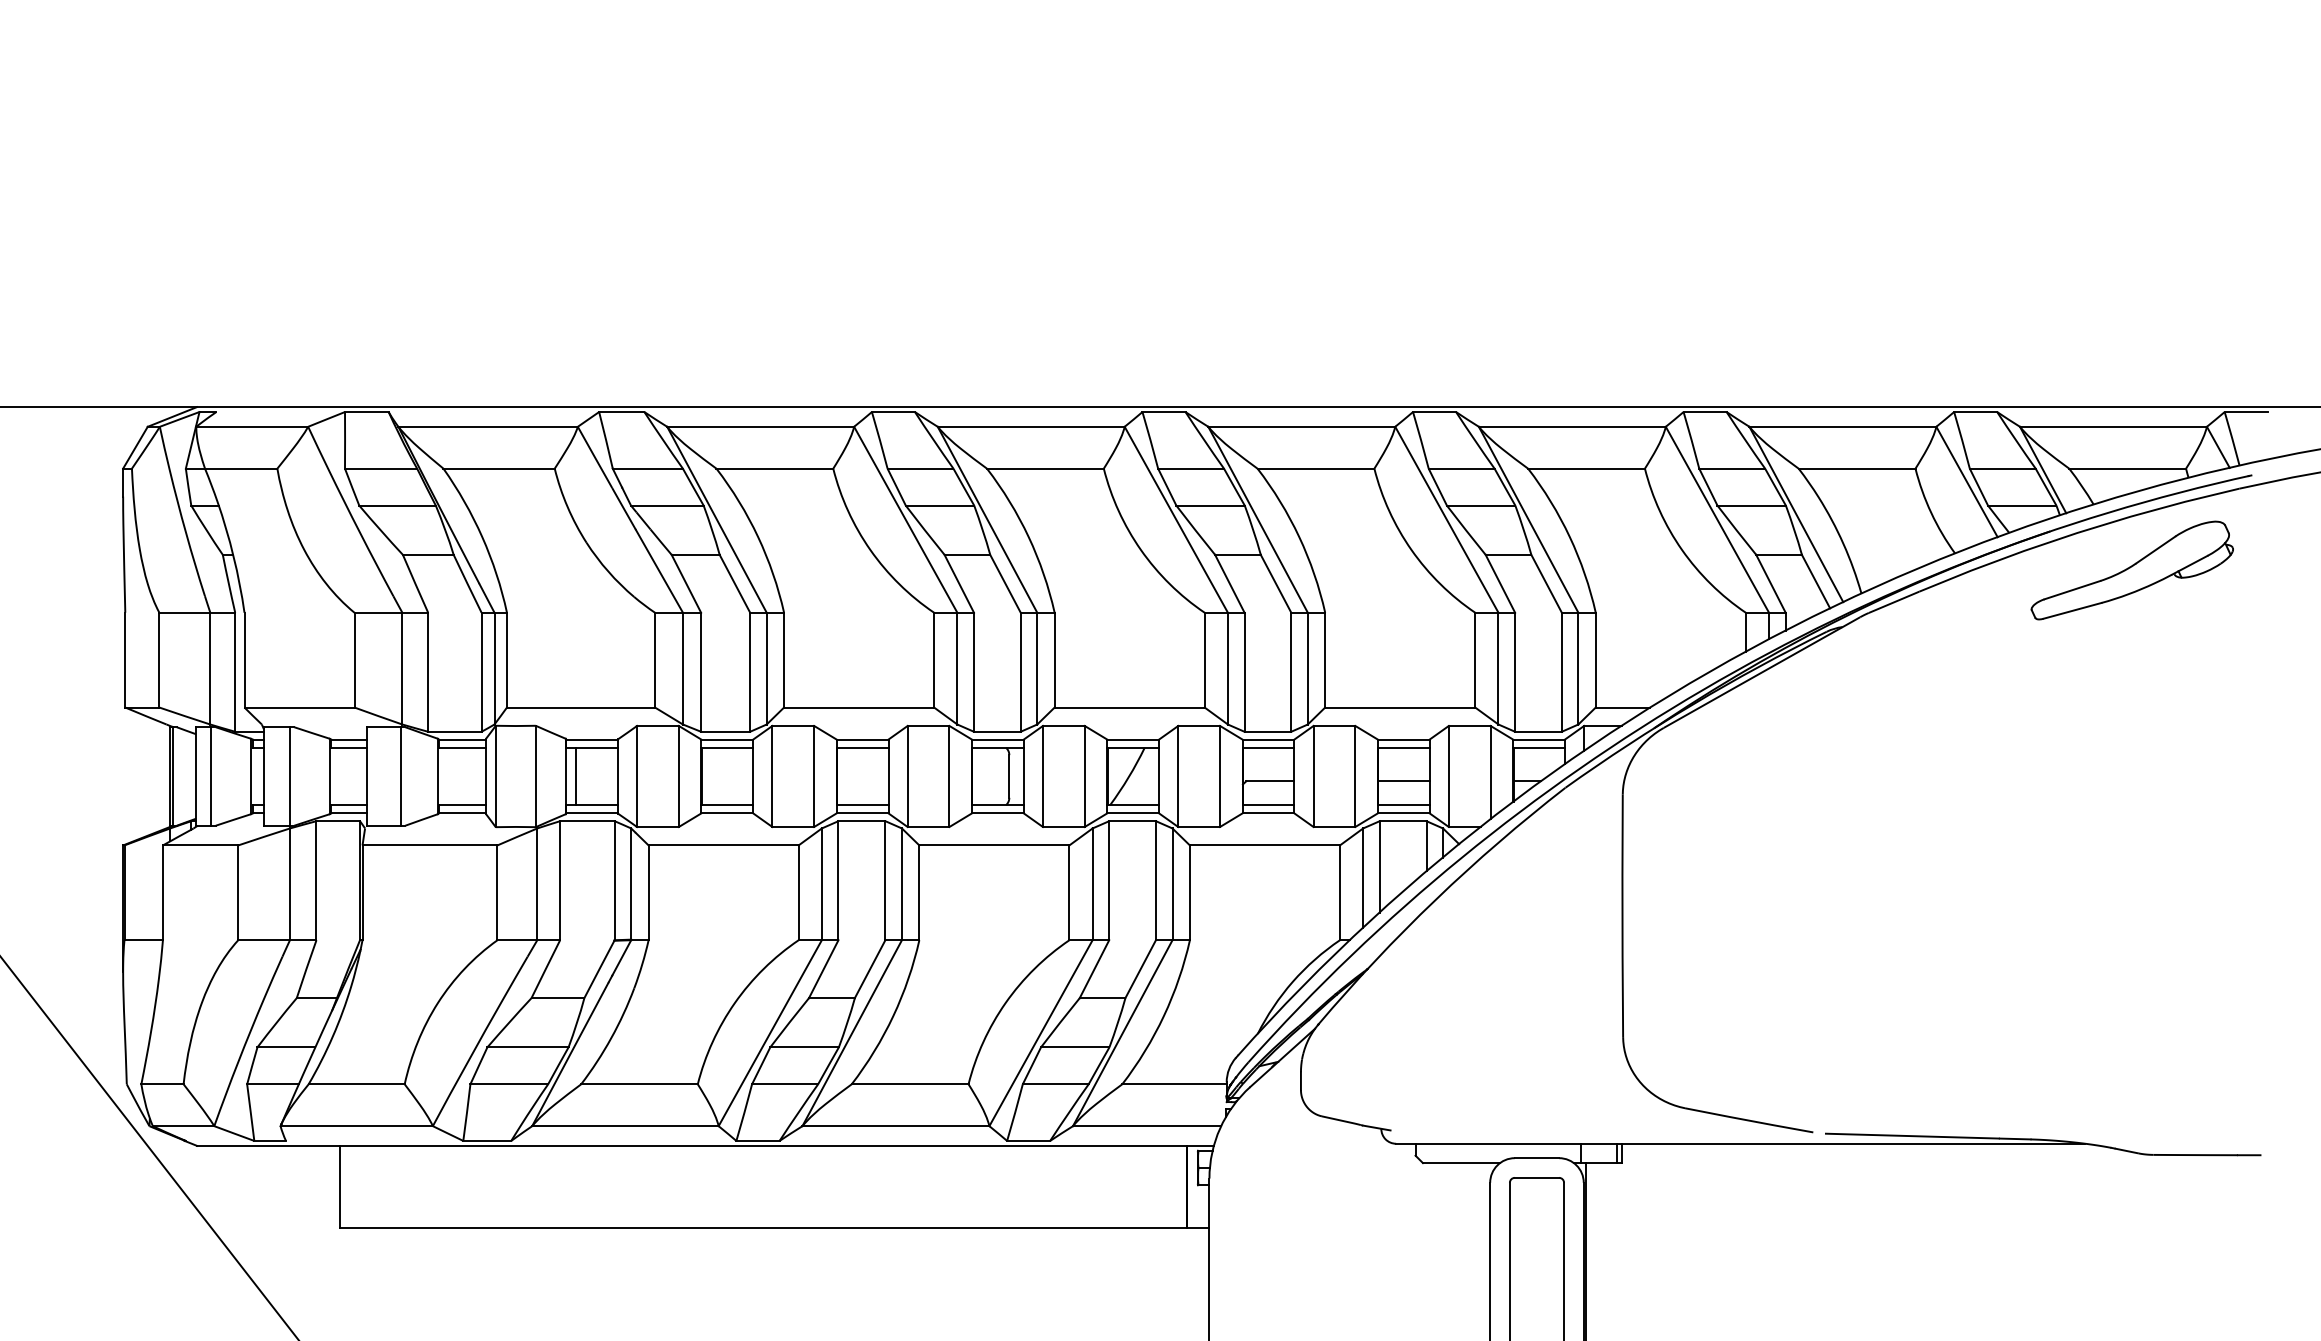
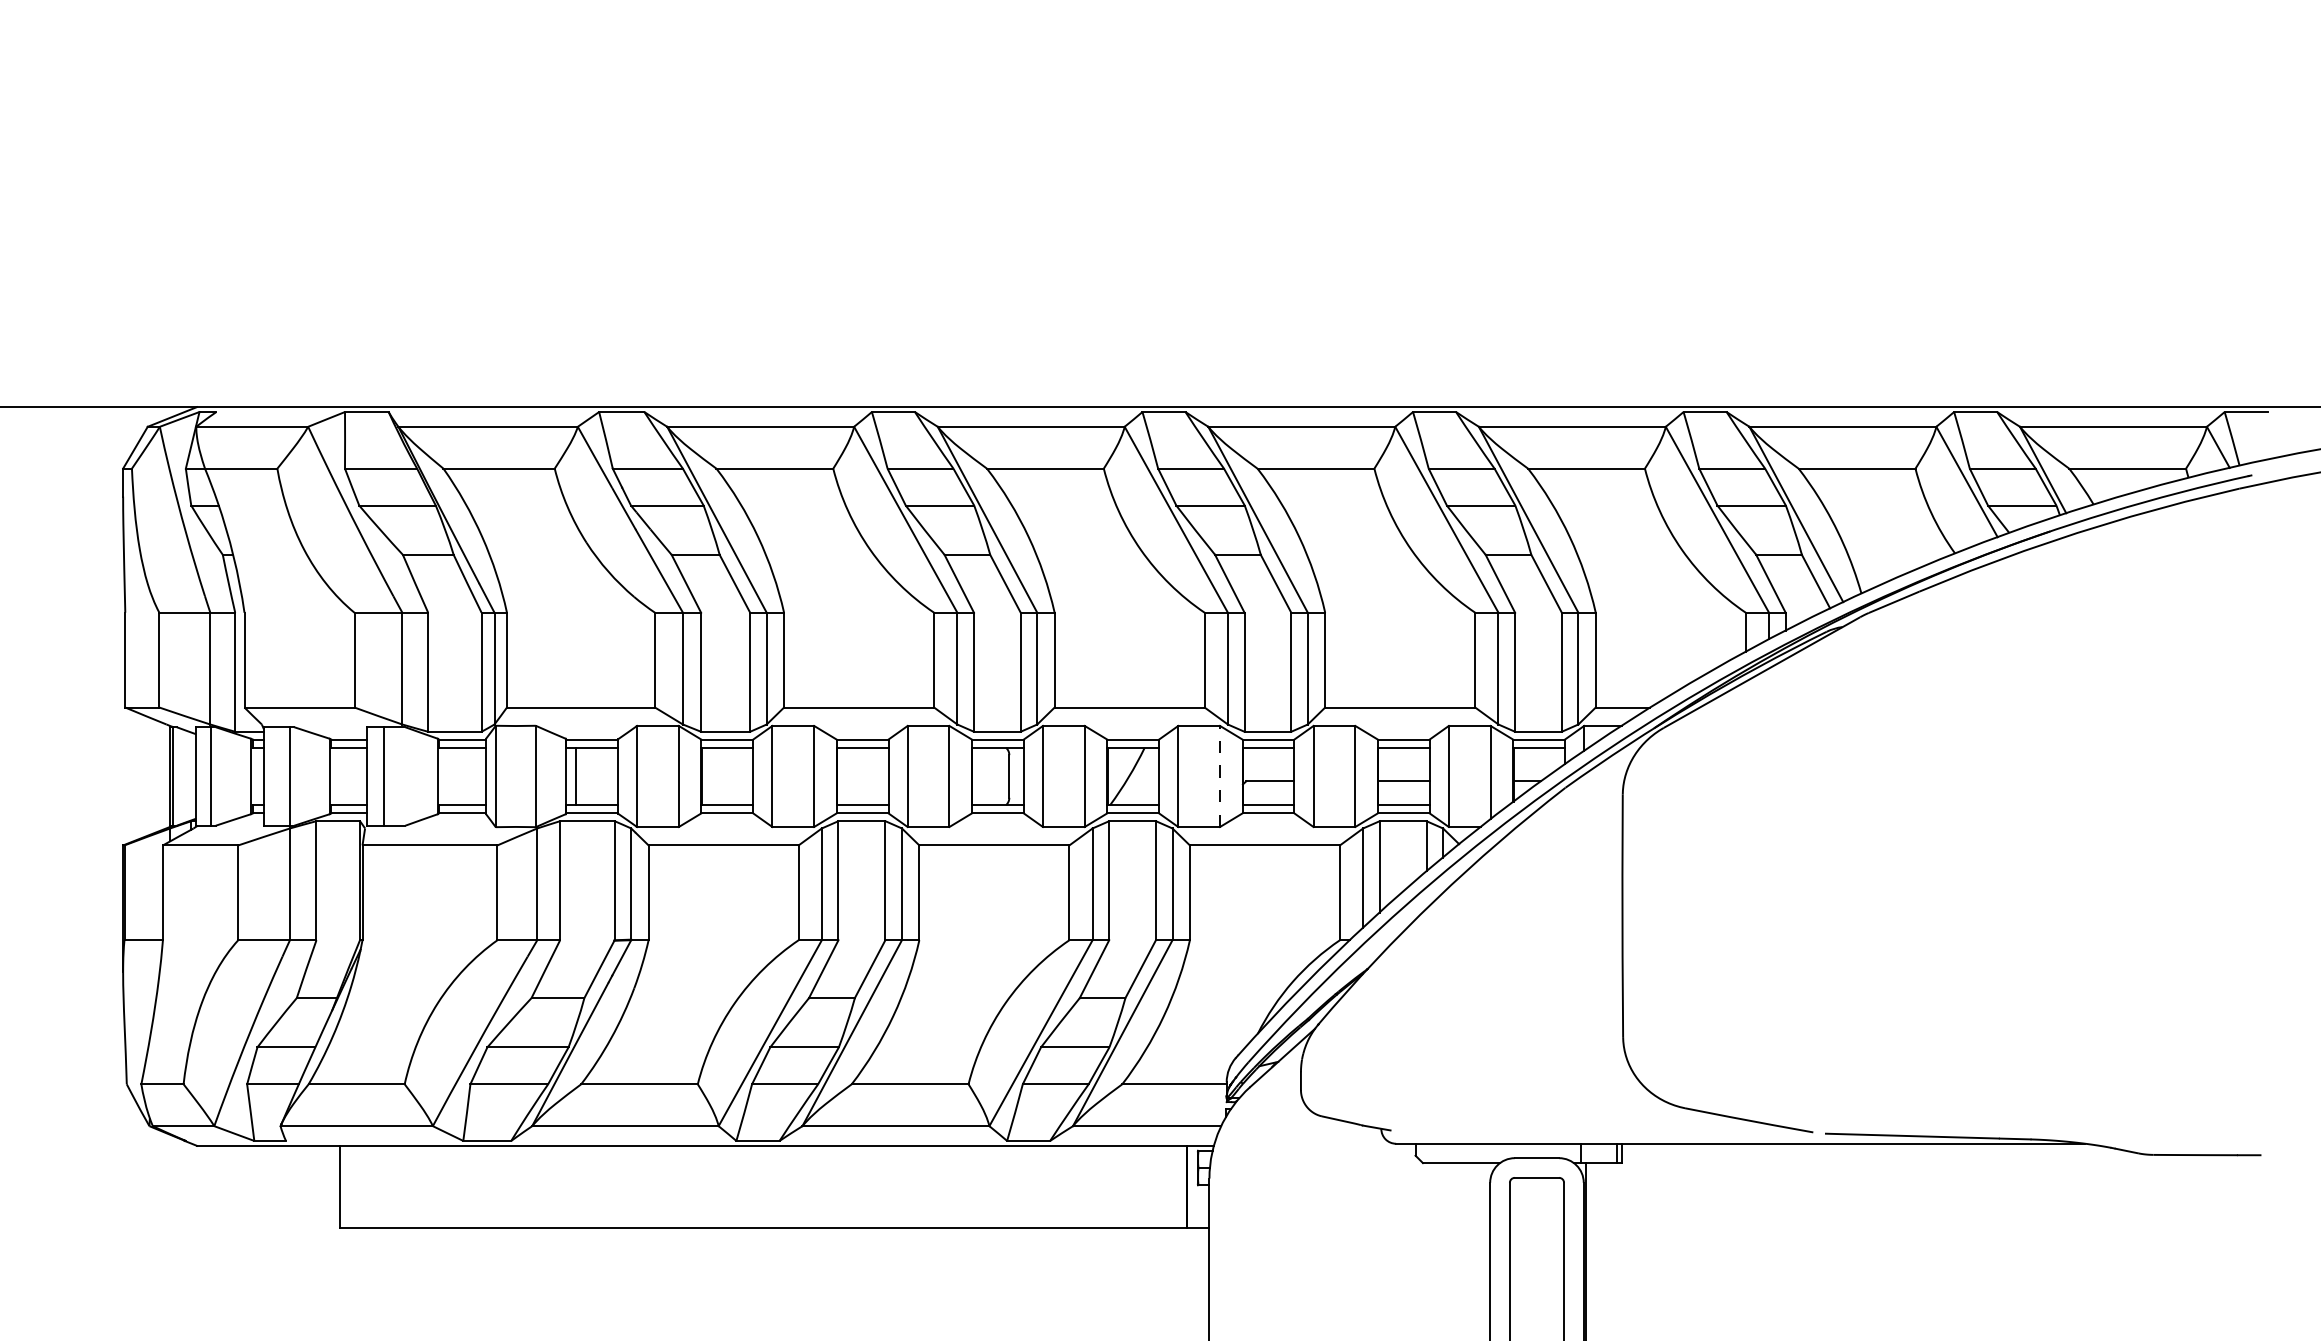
part at (2131, 570): present -> none
line at (401, 776) position: (401, 776) -> (384, 776)
line at (1220, 776): solid -> dashed
line at (149, 1147): present -> none
